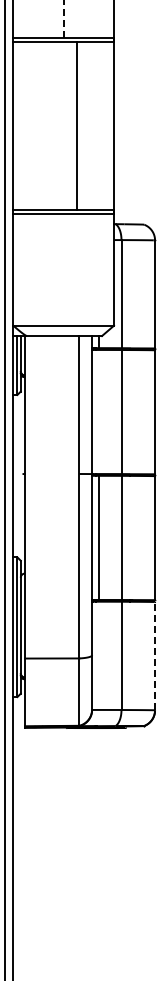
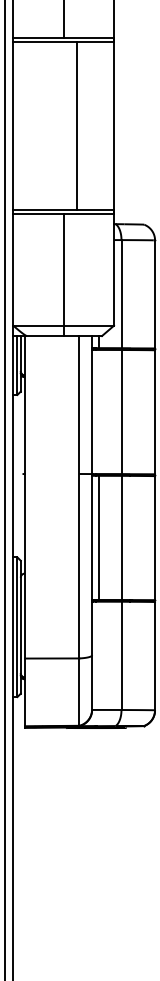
line at (63, 19): dashed -> solid
line at (63, 275): none -> present
line at (155, 655): dashed -> solid
